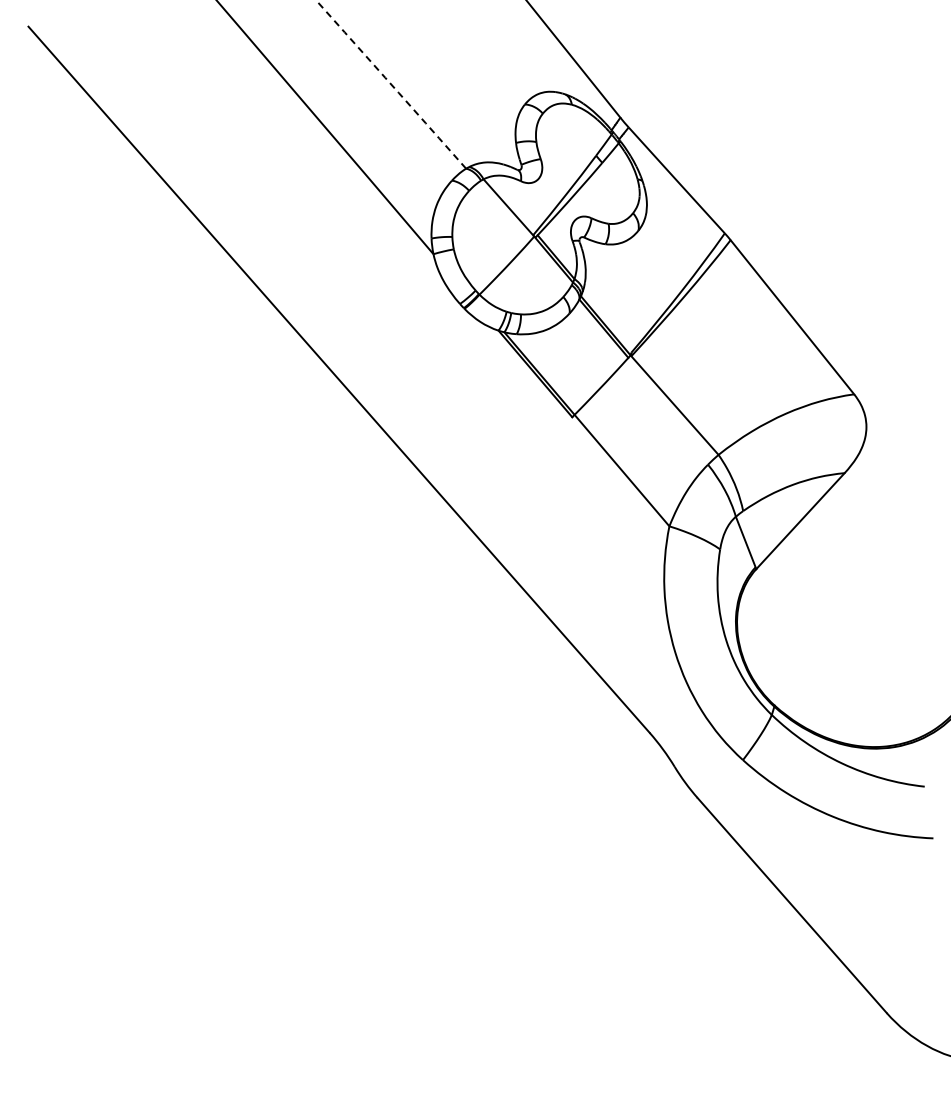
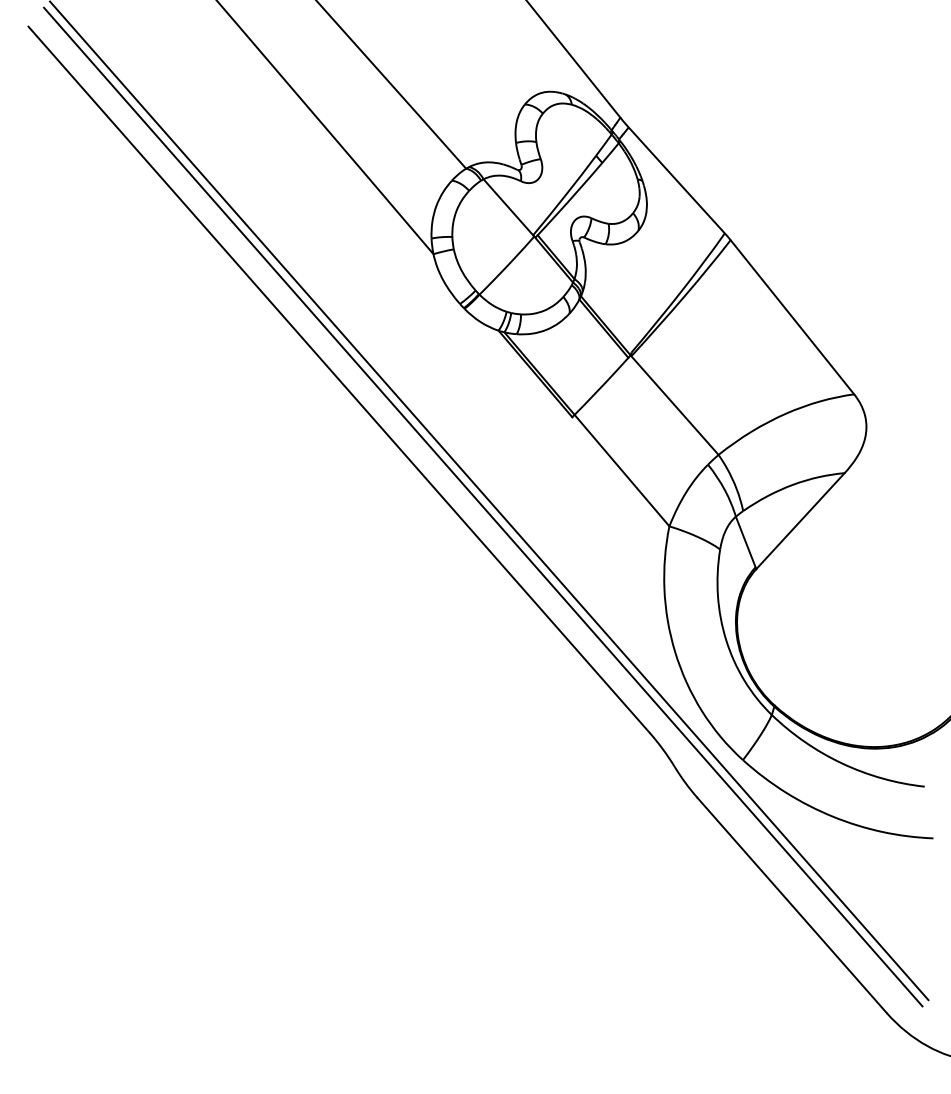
arc at (391, 84): dashed -> solid
line at (489, 501): none -> present
line at (483, 506): none -> present
